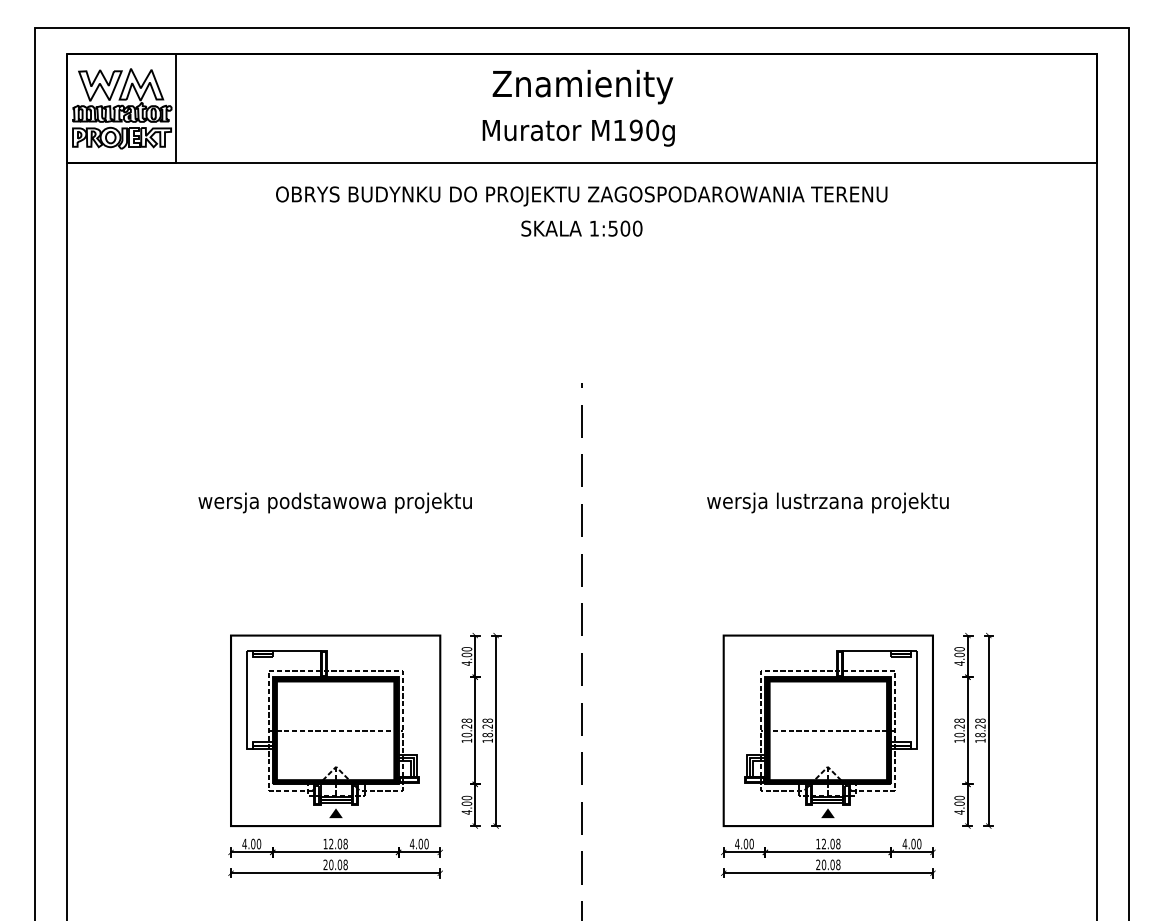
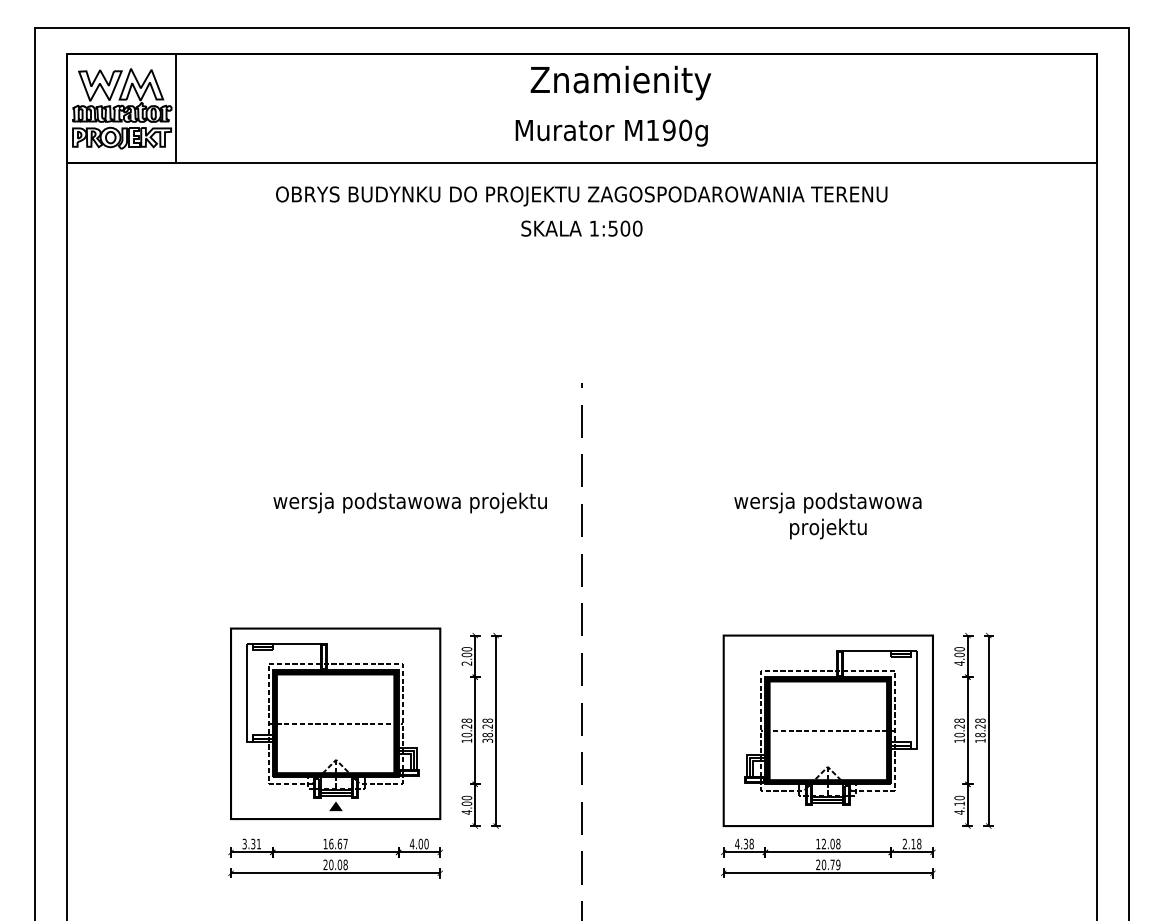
text at (582, 86) position: (582, 86) -> (620, 82)
text at (578, 132) position: (578, 132) -> (611, 132)
text at (334, 502) position: (334, 502) -> (409, 502)
text at (827, 515): wersja lustrzana projektu -> wersja podstawowa projektu
text at (466, 663): 4.00 -> 2.00
part at (335, 730) position: (335, 730) -> (335, 723)
text at (487, 740): 18.28 -> 38.28
text at (959, 803): 4.00 -> 4.10
fill at (827, 813): present -> none
text at (251, 843): 4.00 -> 3.31
text at (338, 843): 12.08 -> 16.67
text at (748, 843): 4.00 -> 4.38
text at (911, 843): 4.00 -> 2.18
text at (835, 864): 20.08 -> 20.79
